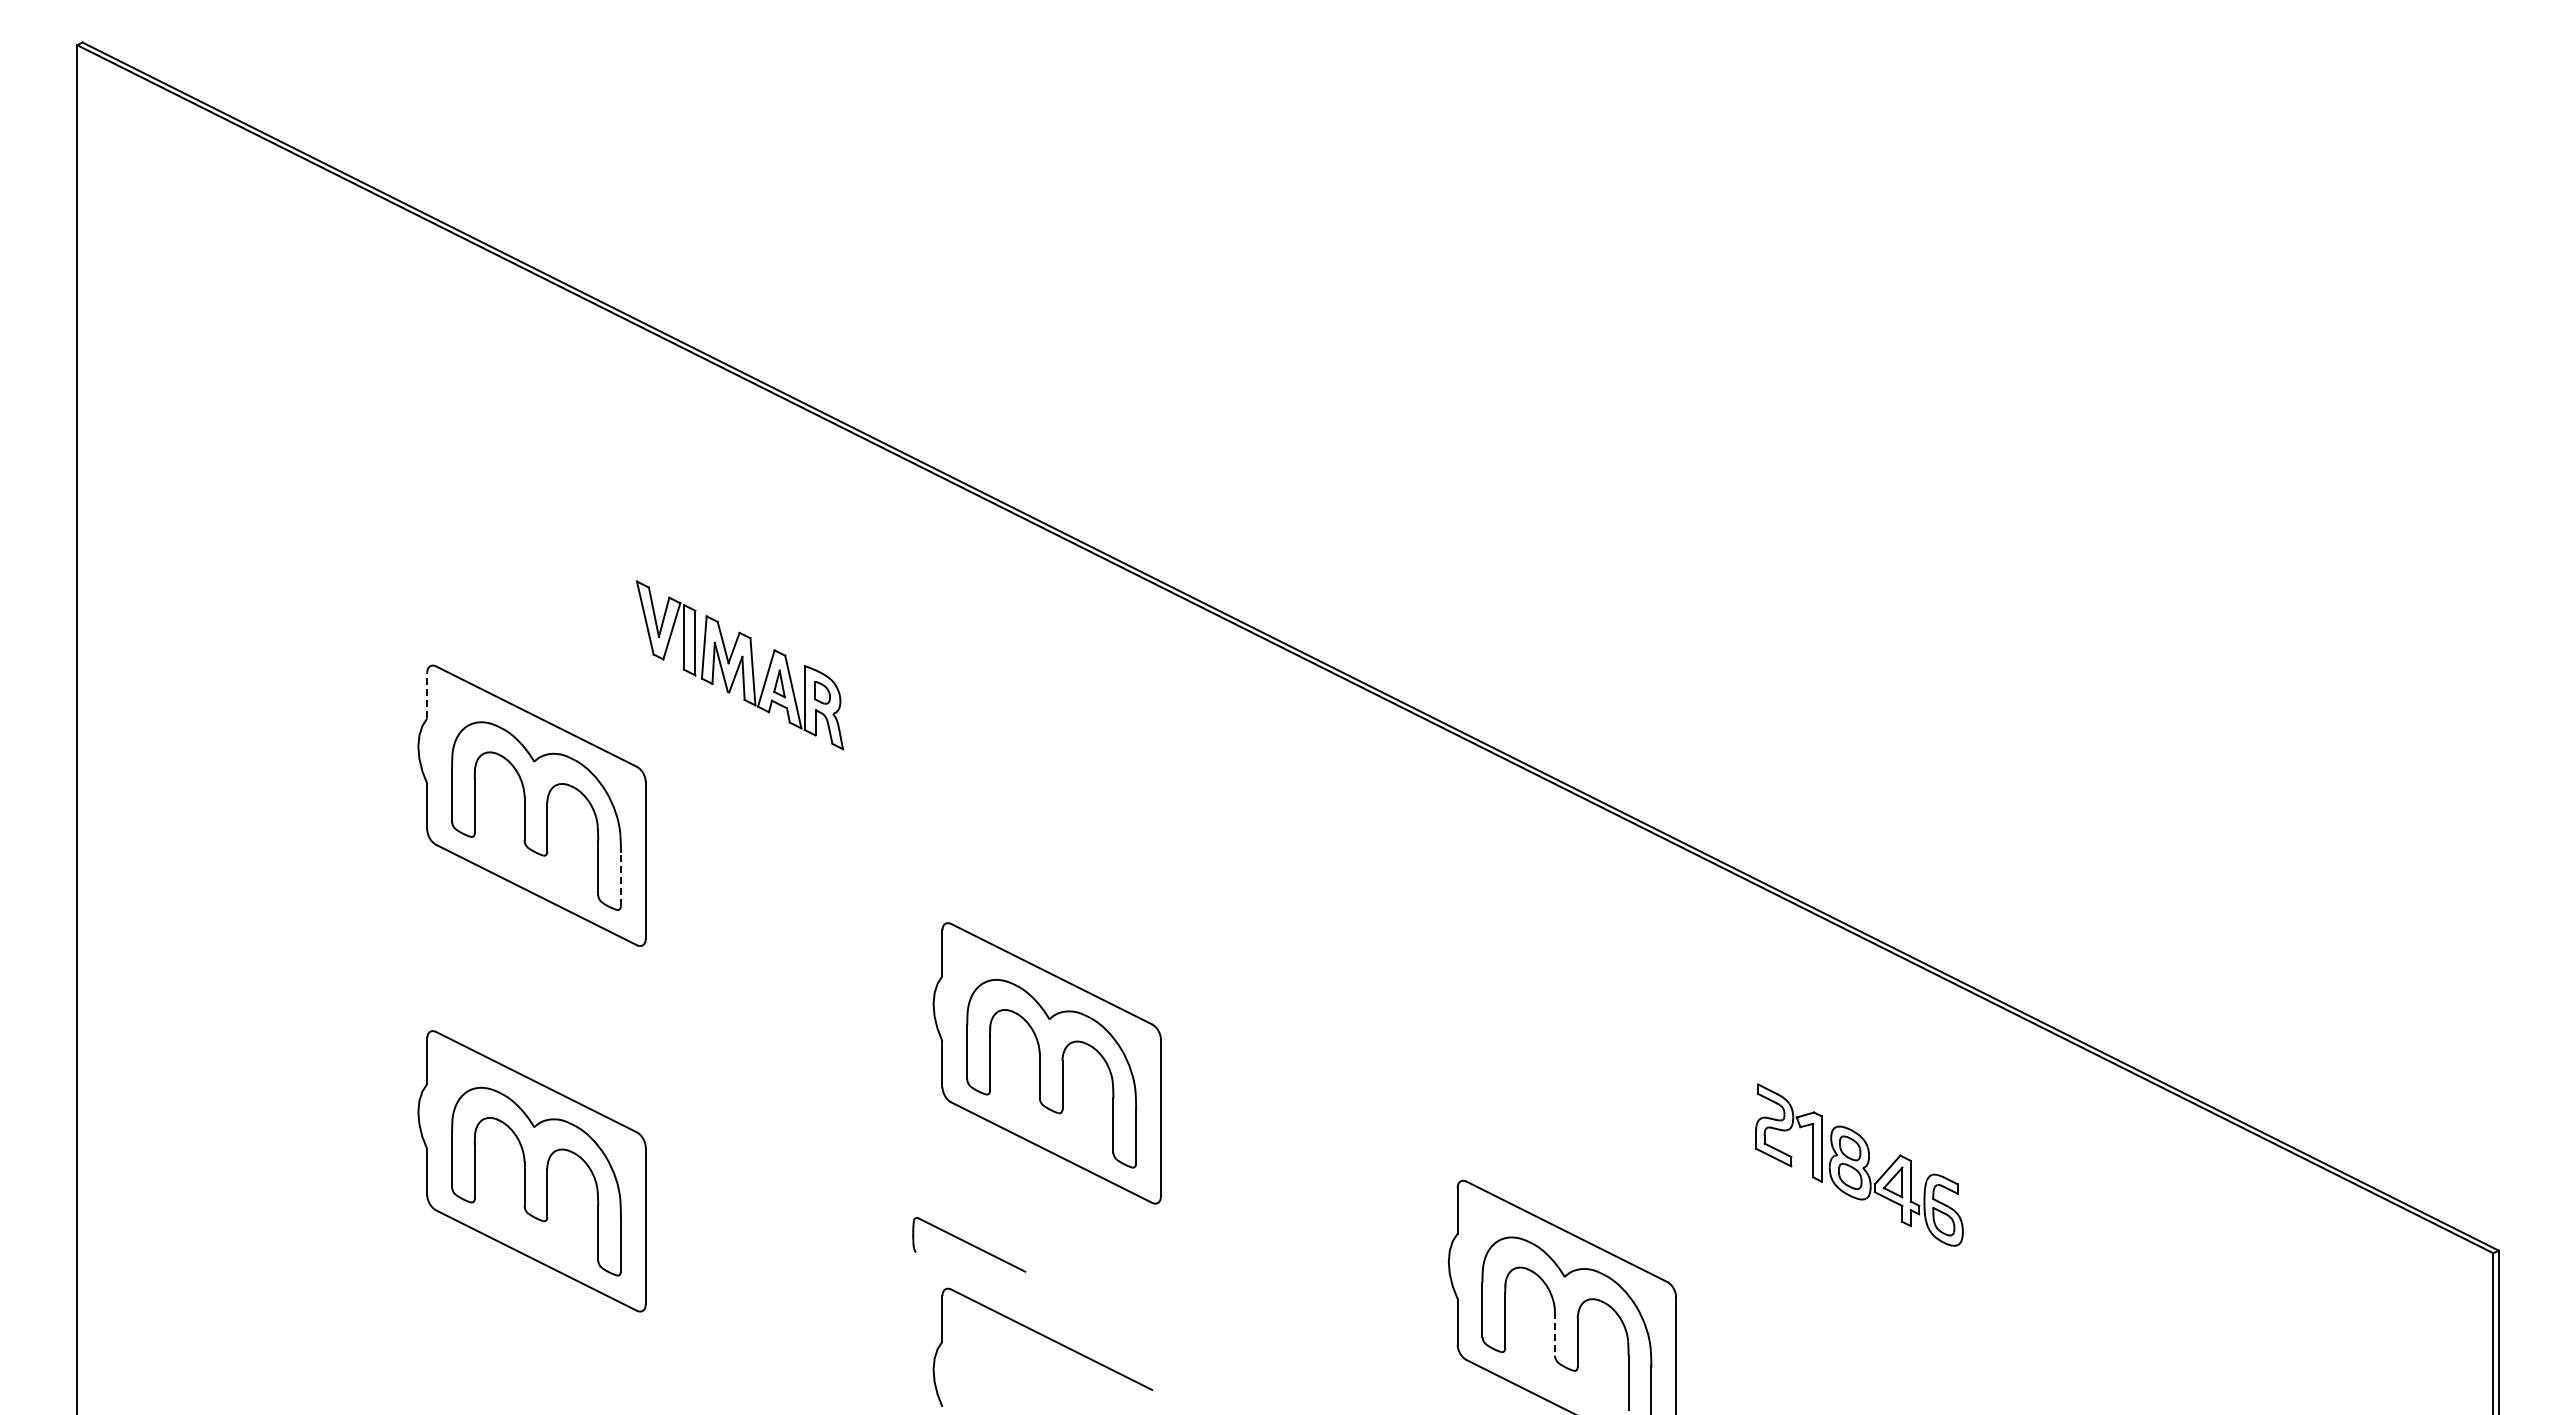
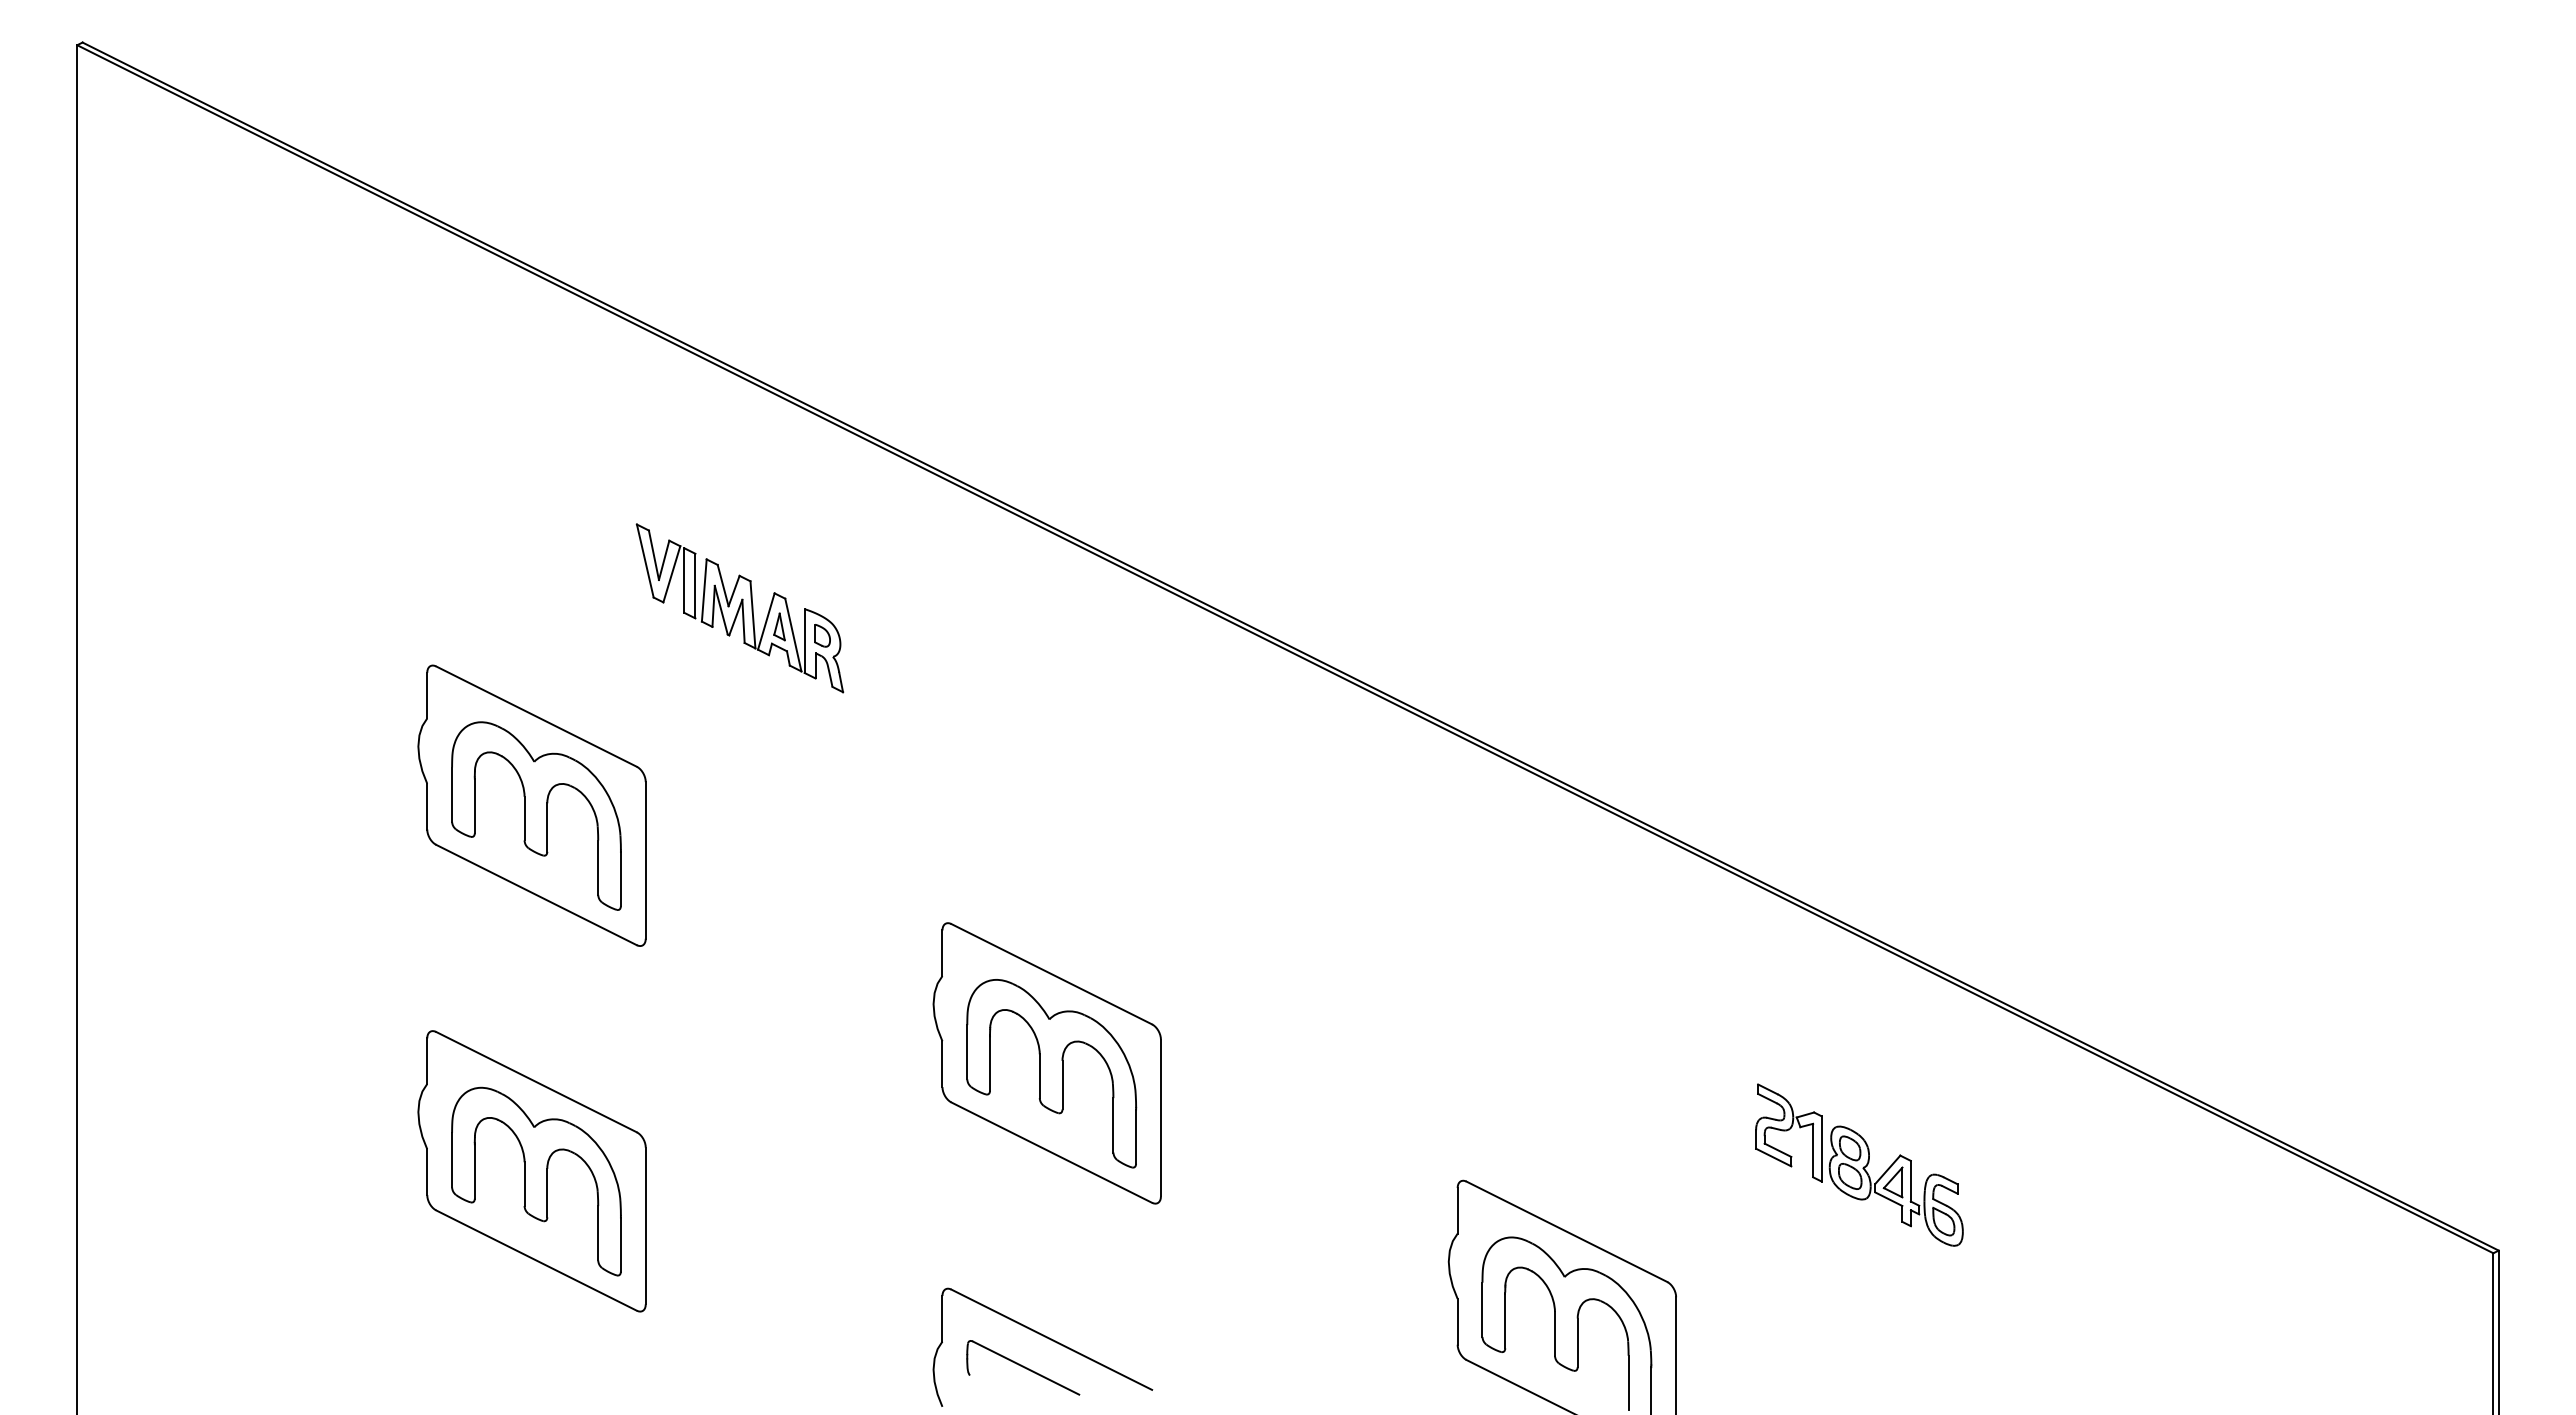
part at (739, 665) position: (739, 665) -> (739, 608)
line at (427, 695): dashed -> solid
line at (620, 878): dashed -> solid
part at (969, 1244) position: (969, 1244) -> (1023, 1367)
line at (1554, 1333): dashed -> solid
